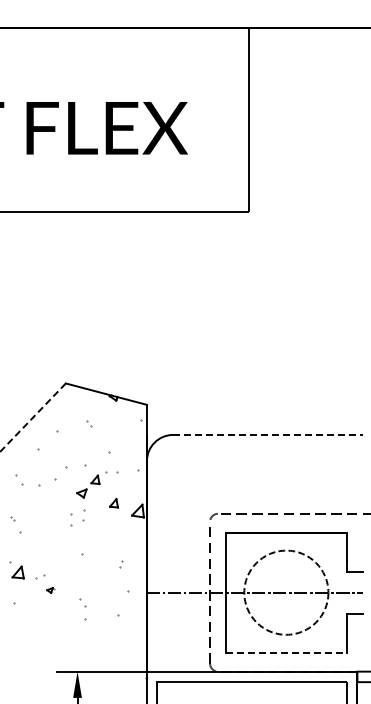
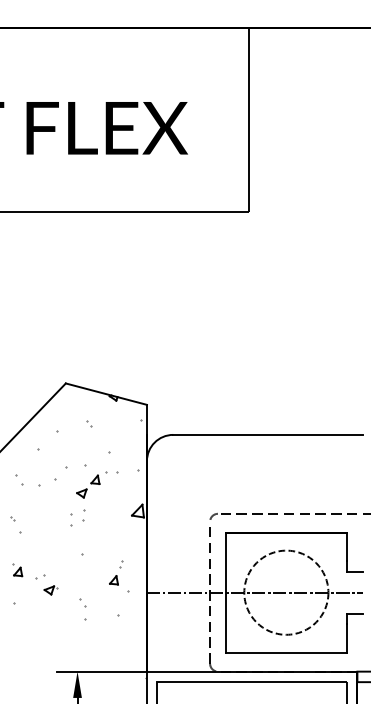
line at (32, 418): dashed -> solid
line at (267, 434): dashed -> solid
part at (113, 503) position: (113, 503) -> (113, 580)
part at (16, 570) size: 16x19 px -> 12x15 px
part at (50, 590) size: 10x7 px -> 16x11 px
line at (286, 652): dashed -> solid
